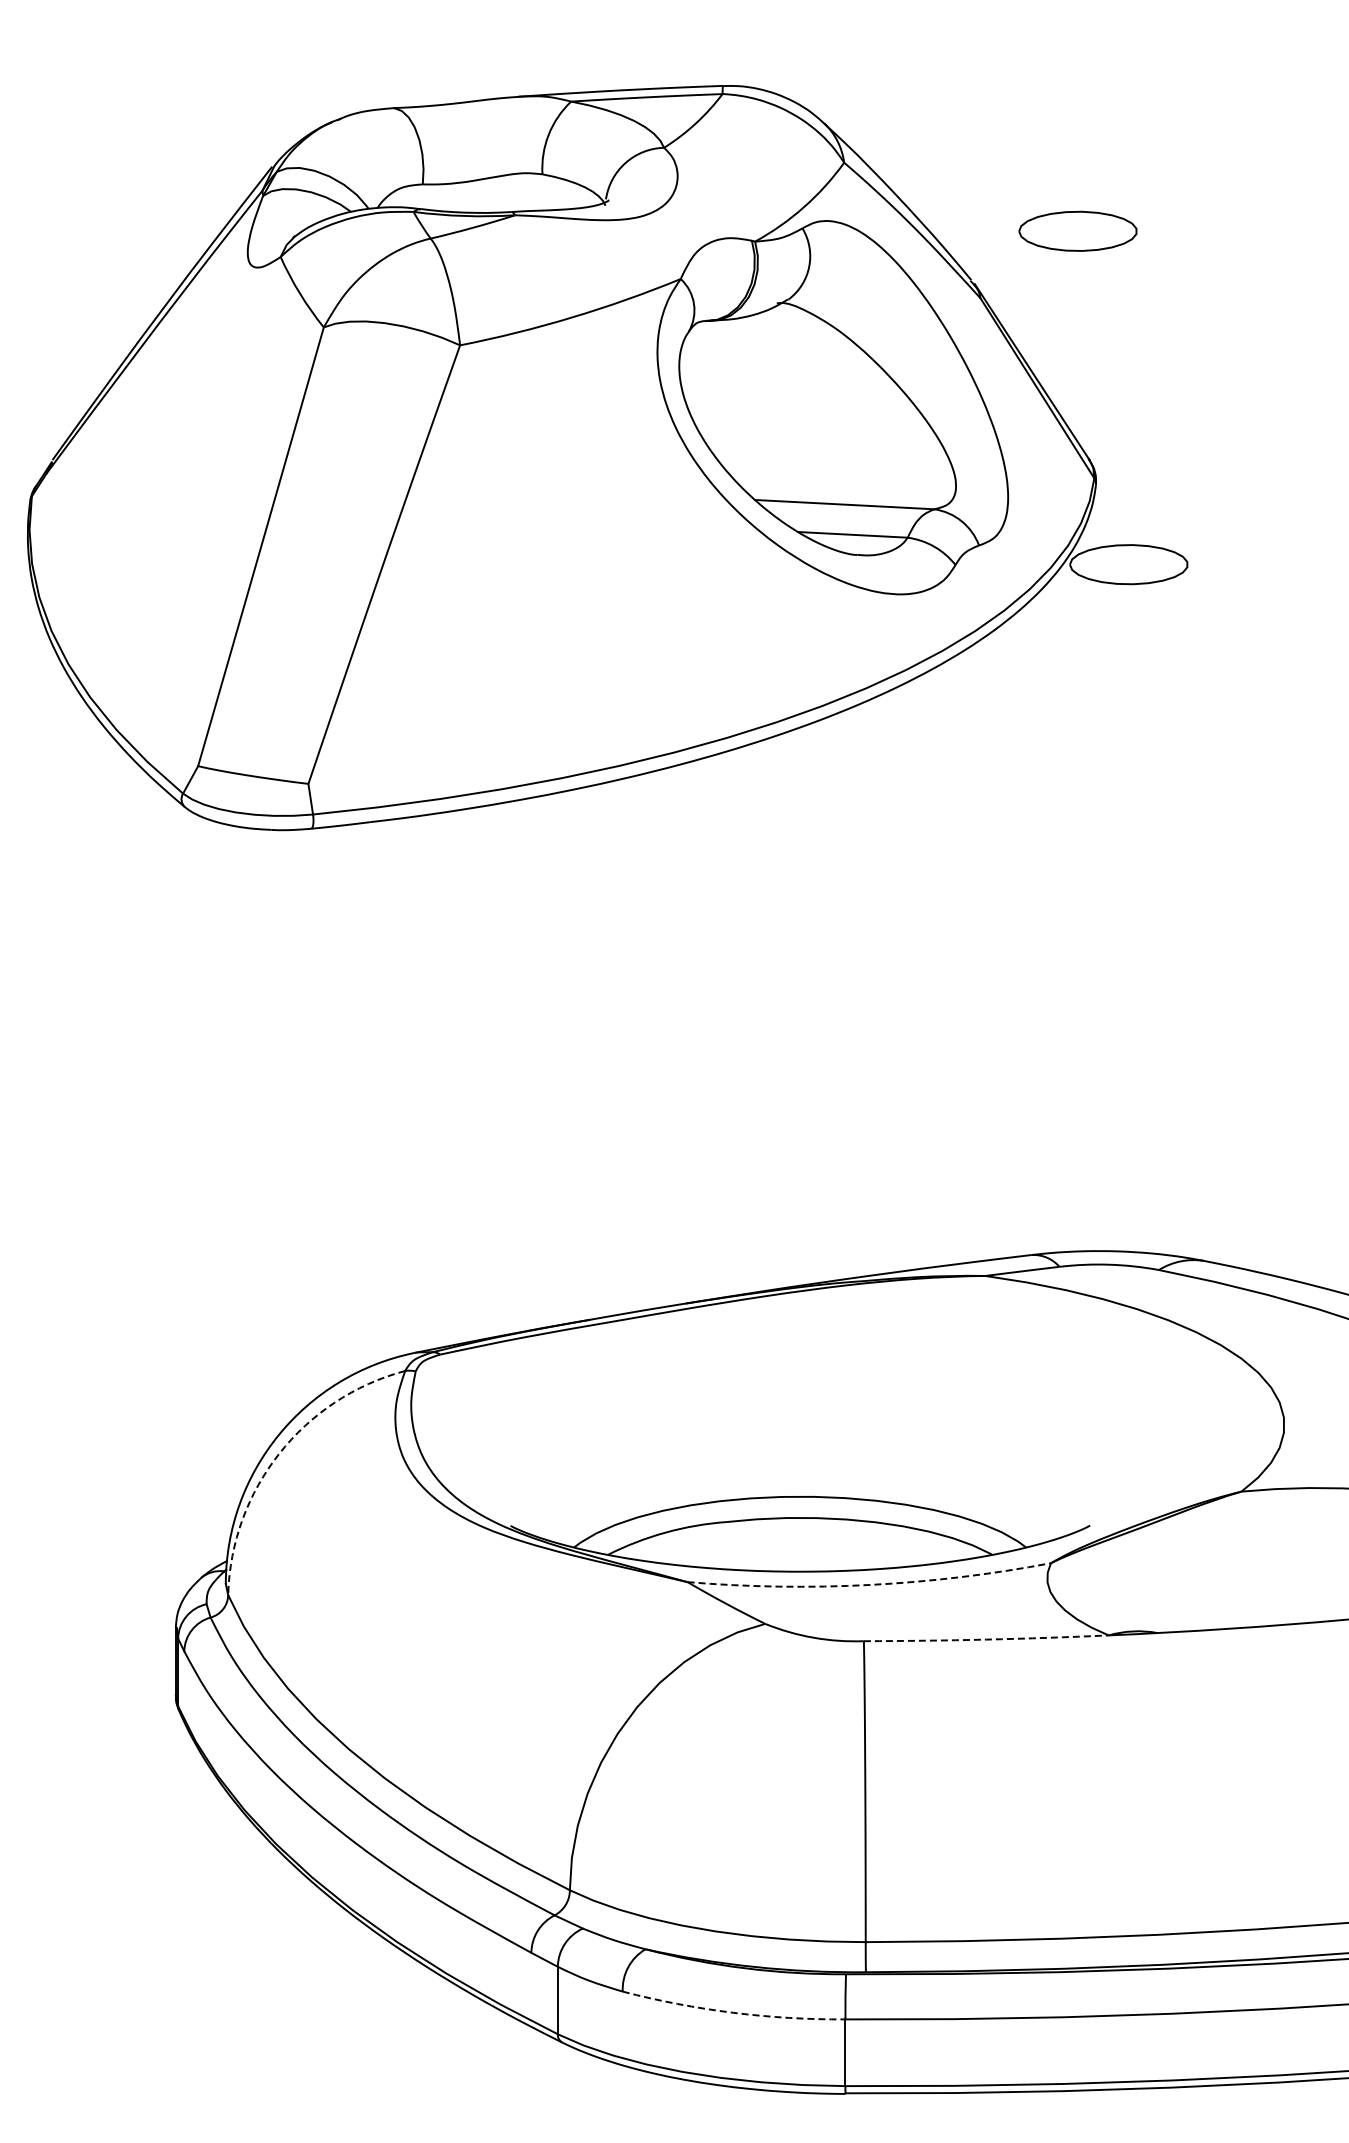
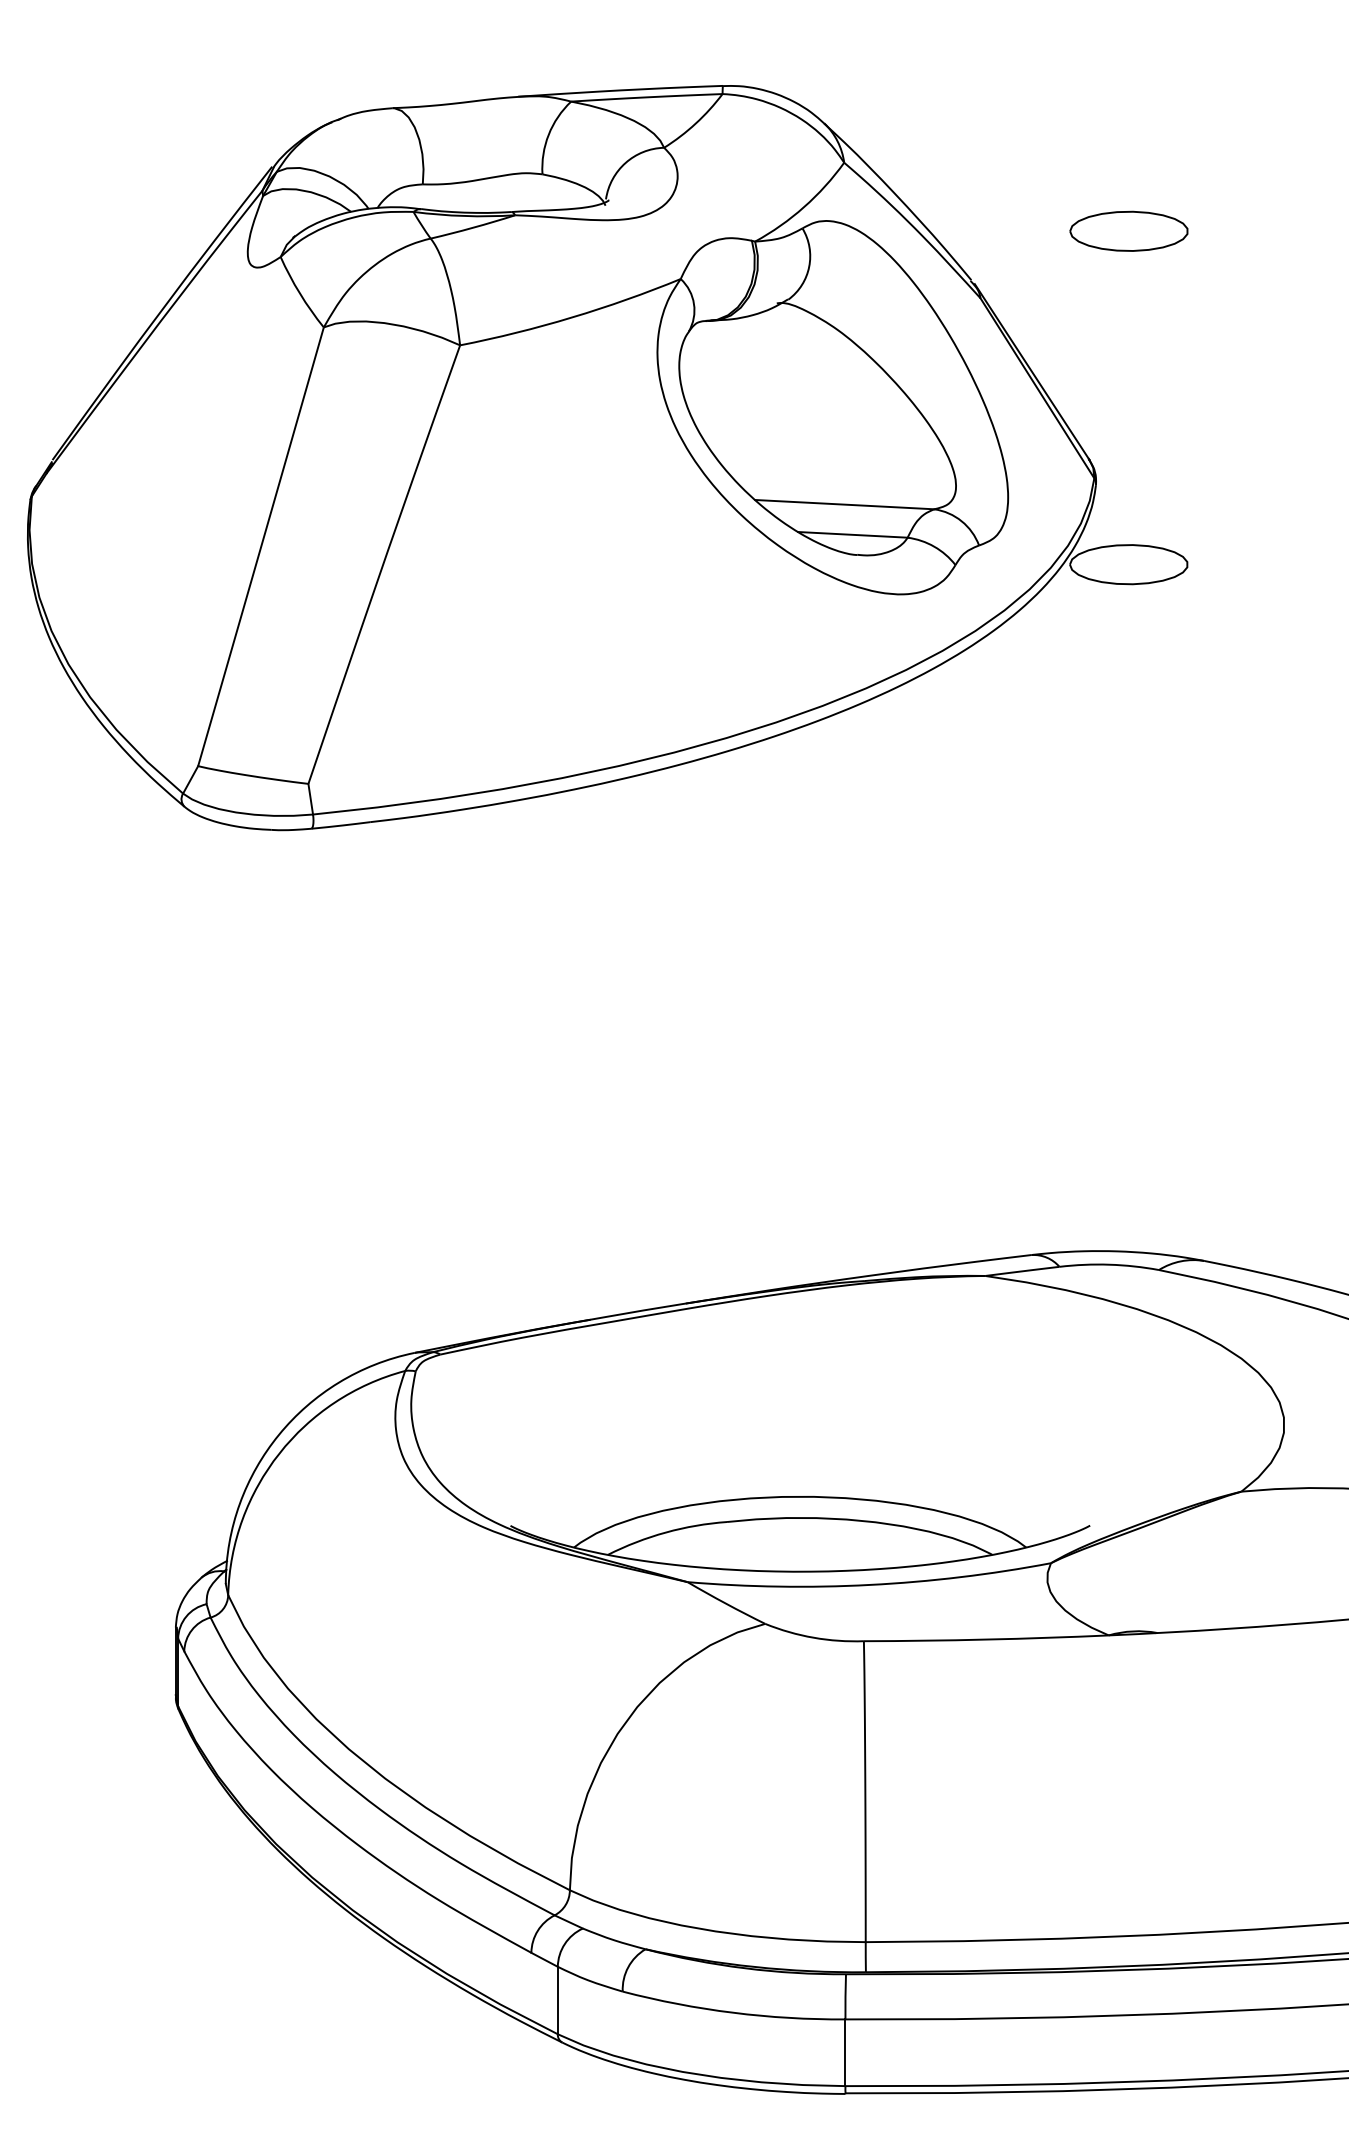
part at (1077, 230) position: (1077, 230) -> (1128, 230)
arc at (279, 1453): dashed -> solid
arc at (869, 1584): dashed -> solid
arc at (986, 1639): dashed -> solid
arc at (733, 2012): dashed -> solid
